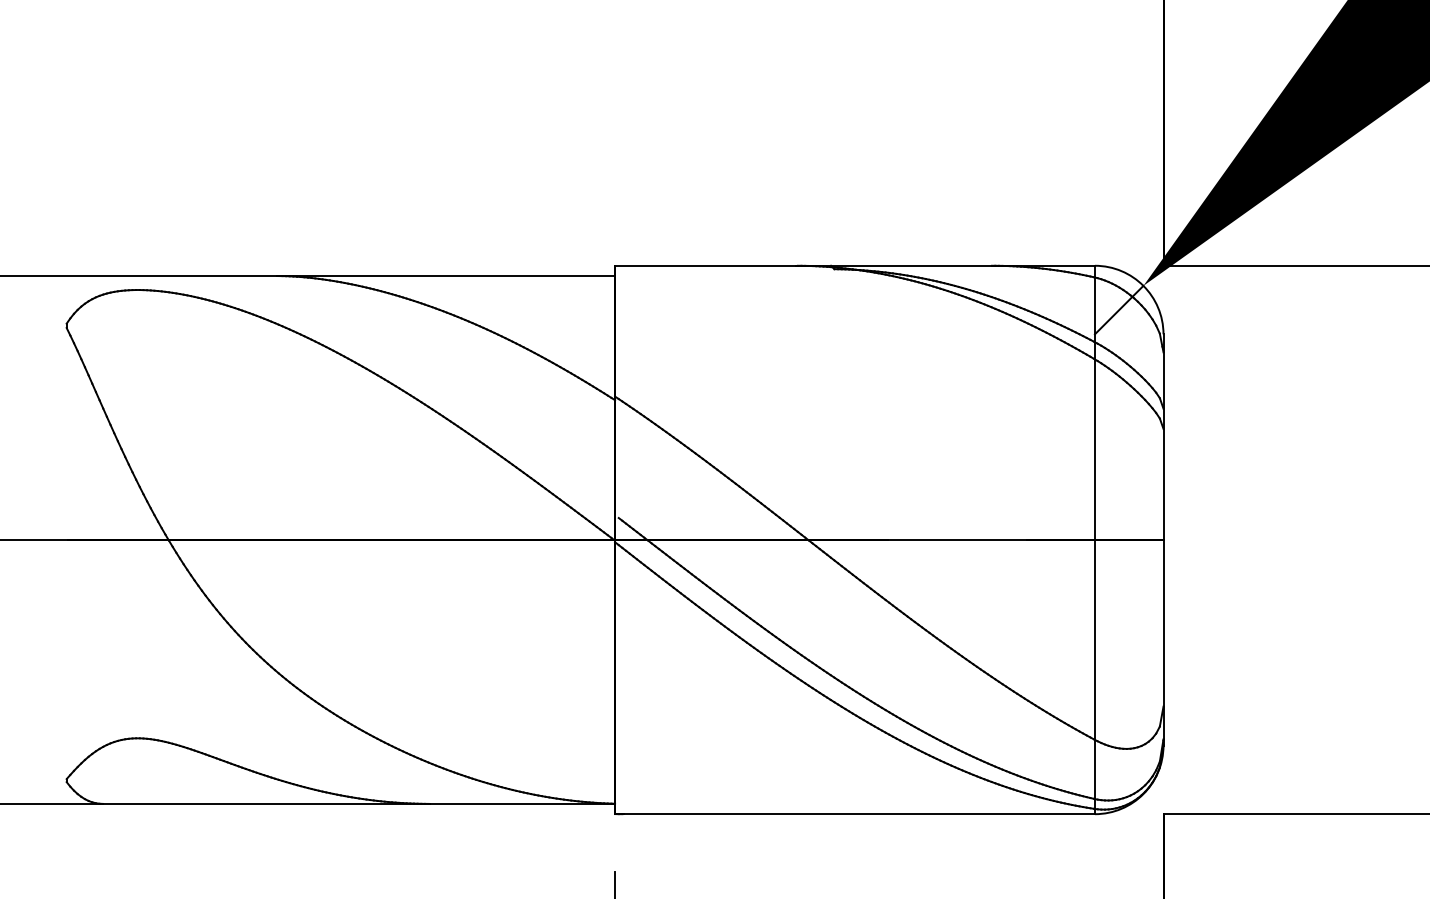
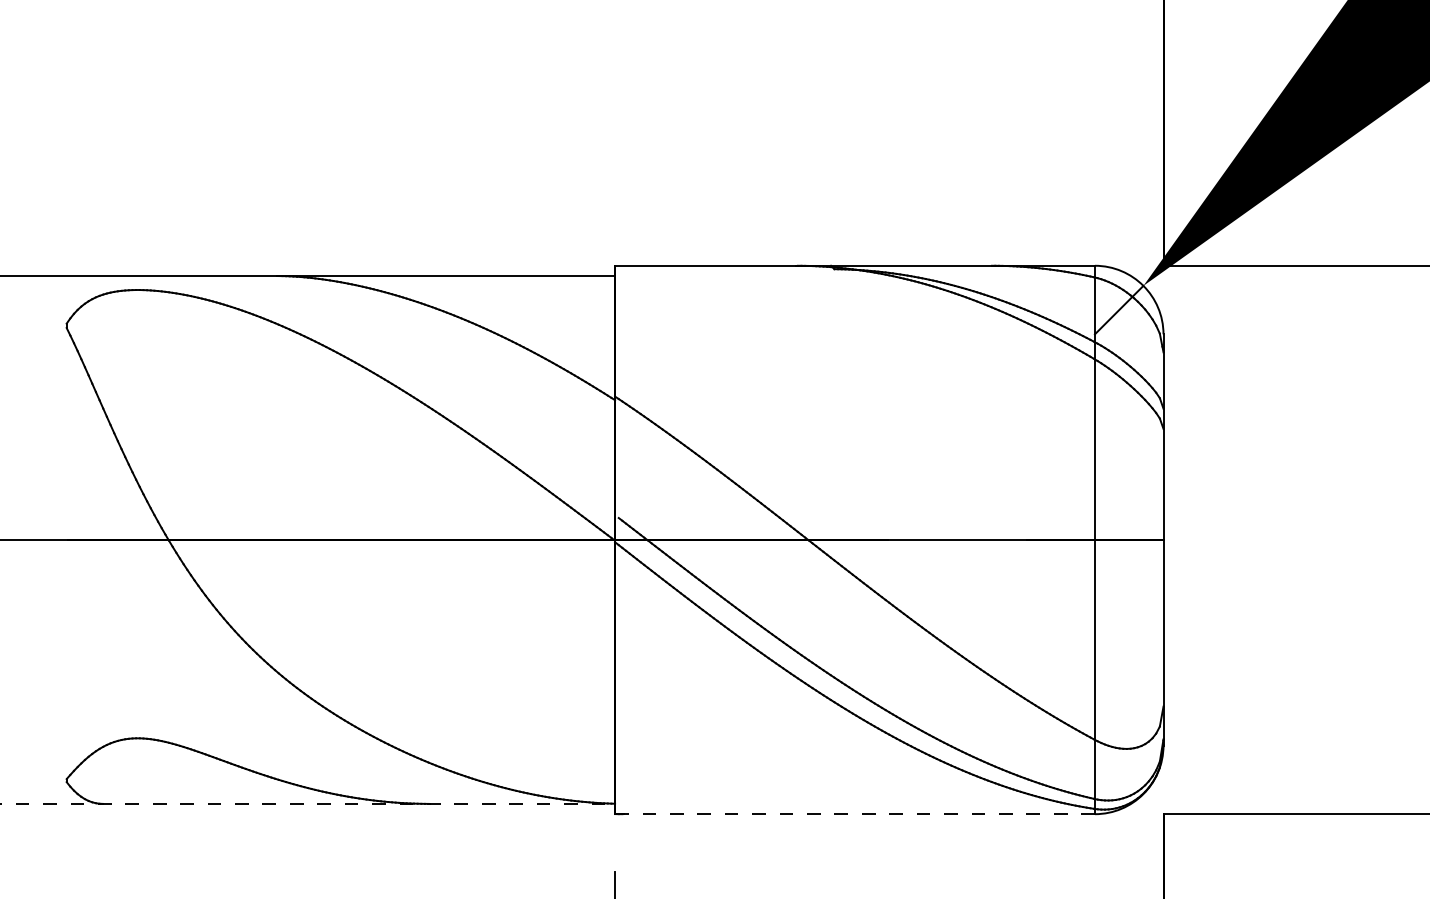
line at (308, 803): solid -> dashed
line at (855, 814): solid -> dashed
